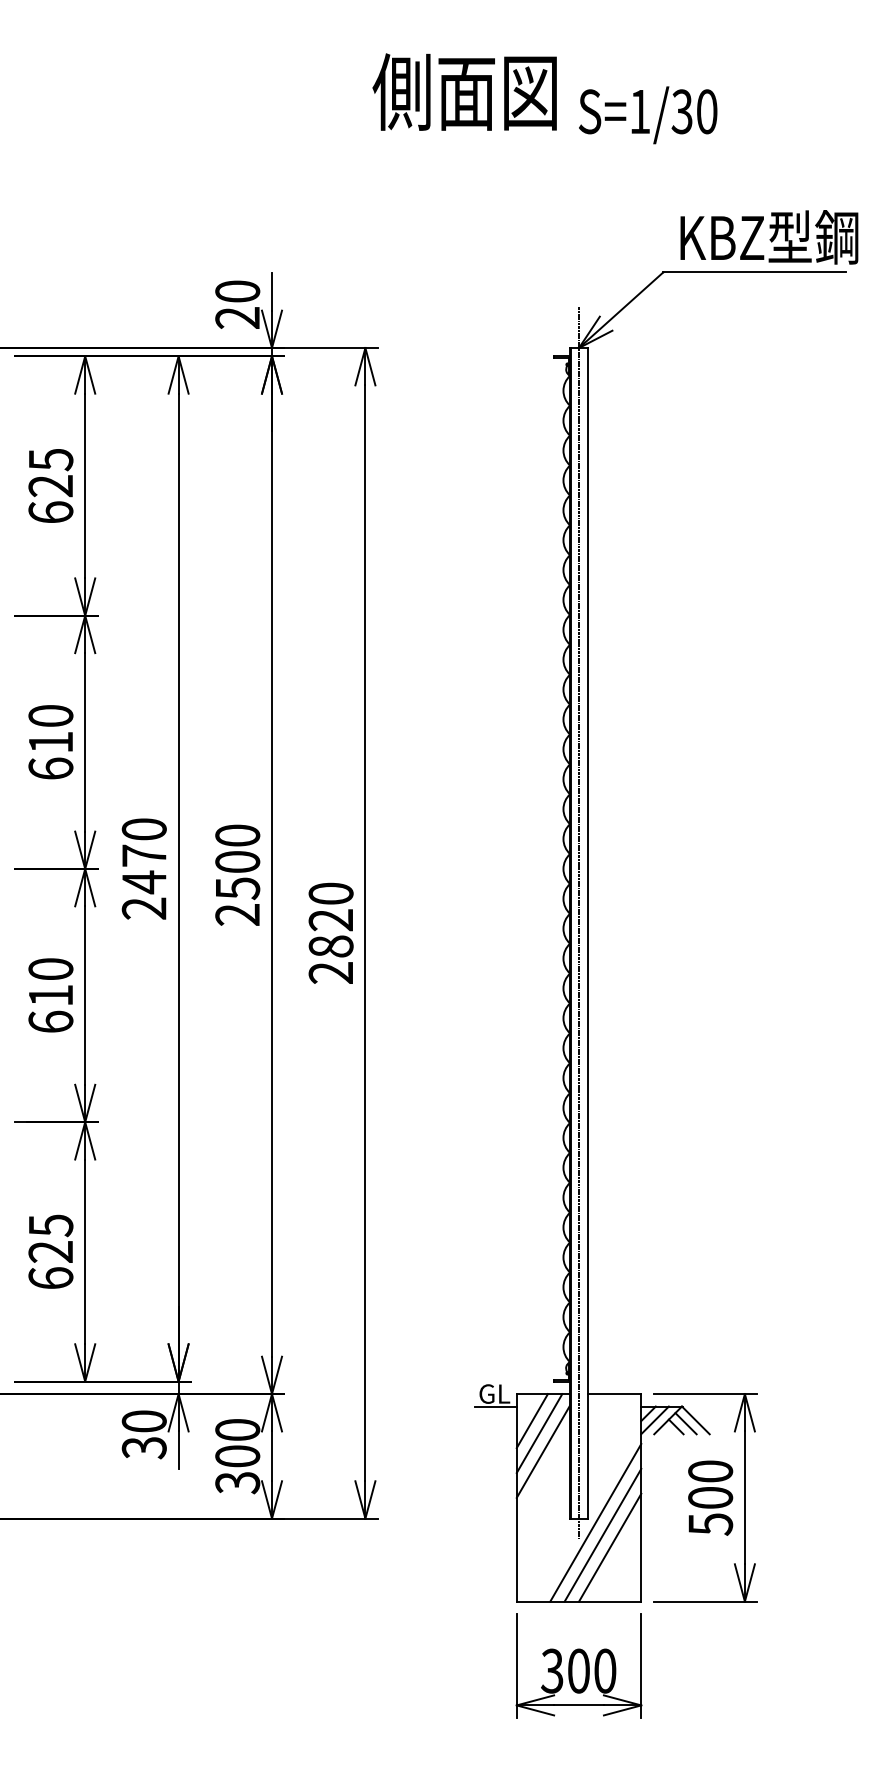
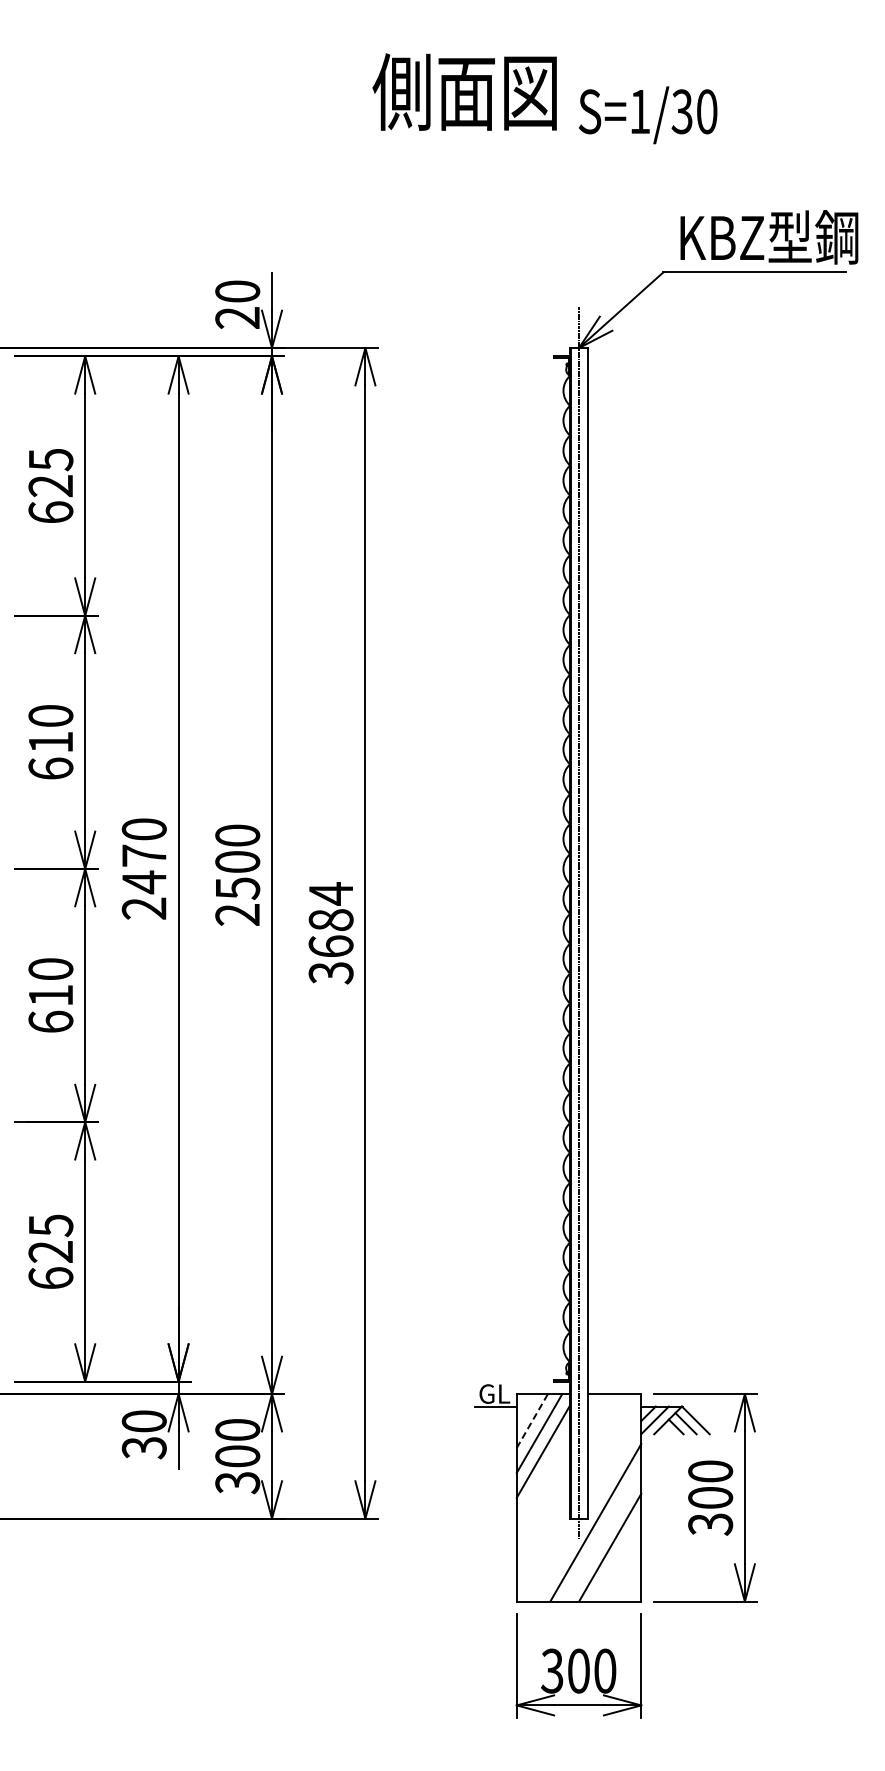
text at (330, 933): 2820 -> 3684
line at (532, 1420): solid -> dashed
text at (710, 1524): 500 -> 300
line at (602, 1534): present -> none
